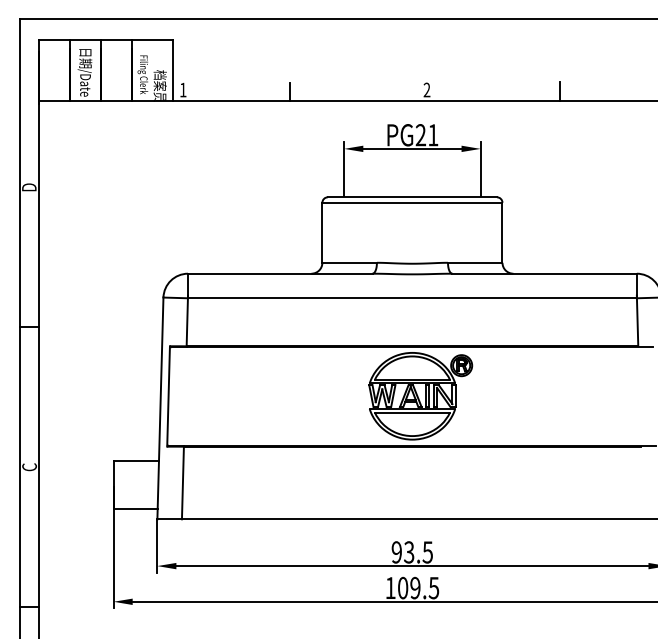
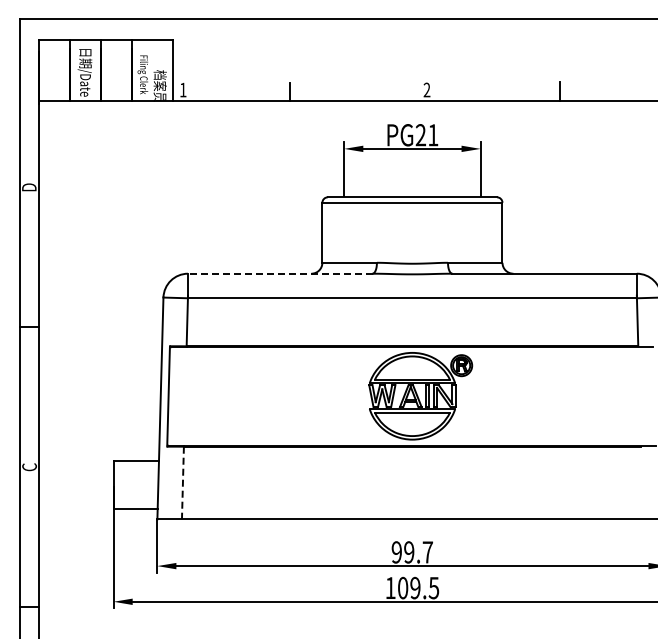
line at (279, 273): solid -> dashed
line at (182, 483): solid -> dashed
text at (418, 552): 93.5 -> 99.7
